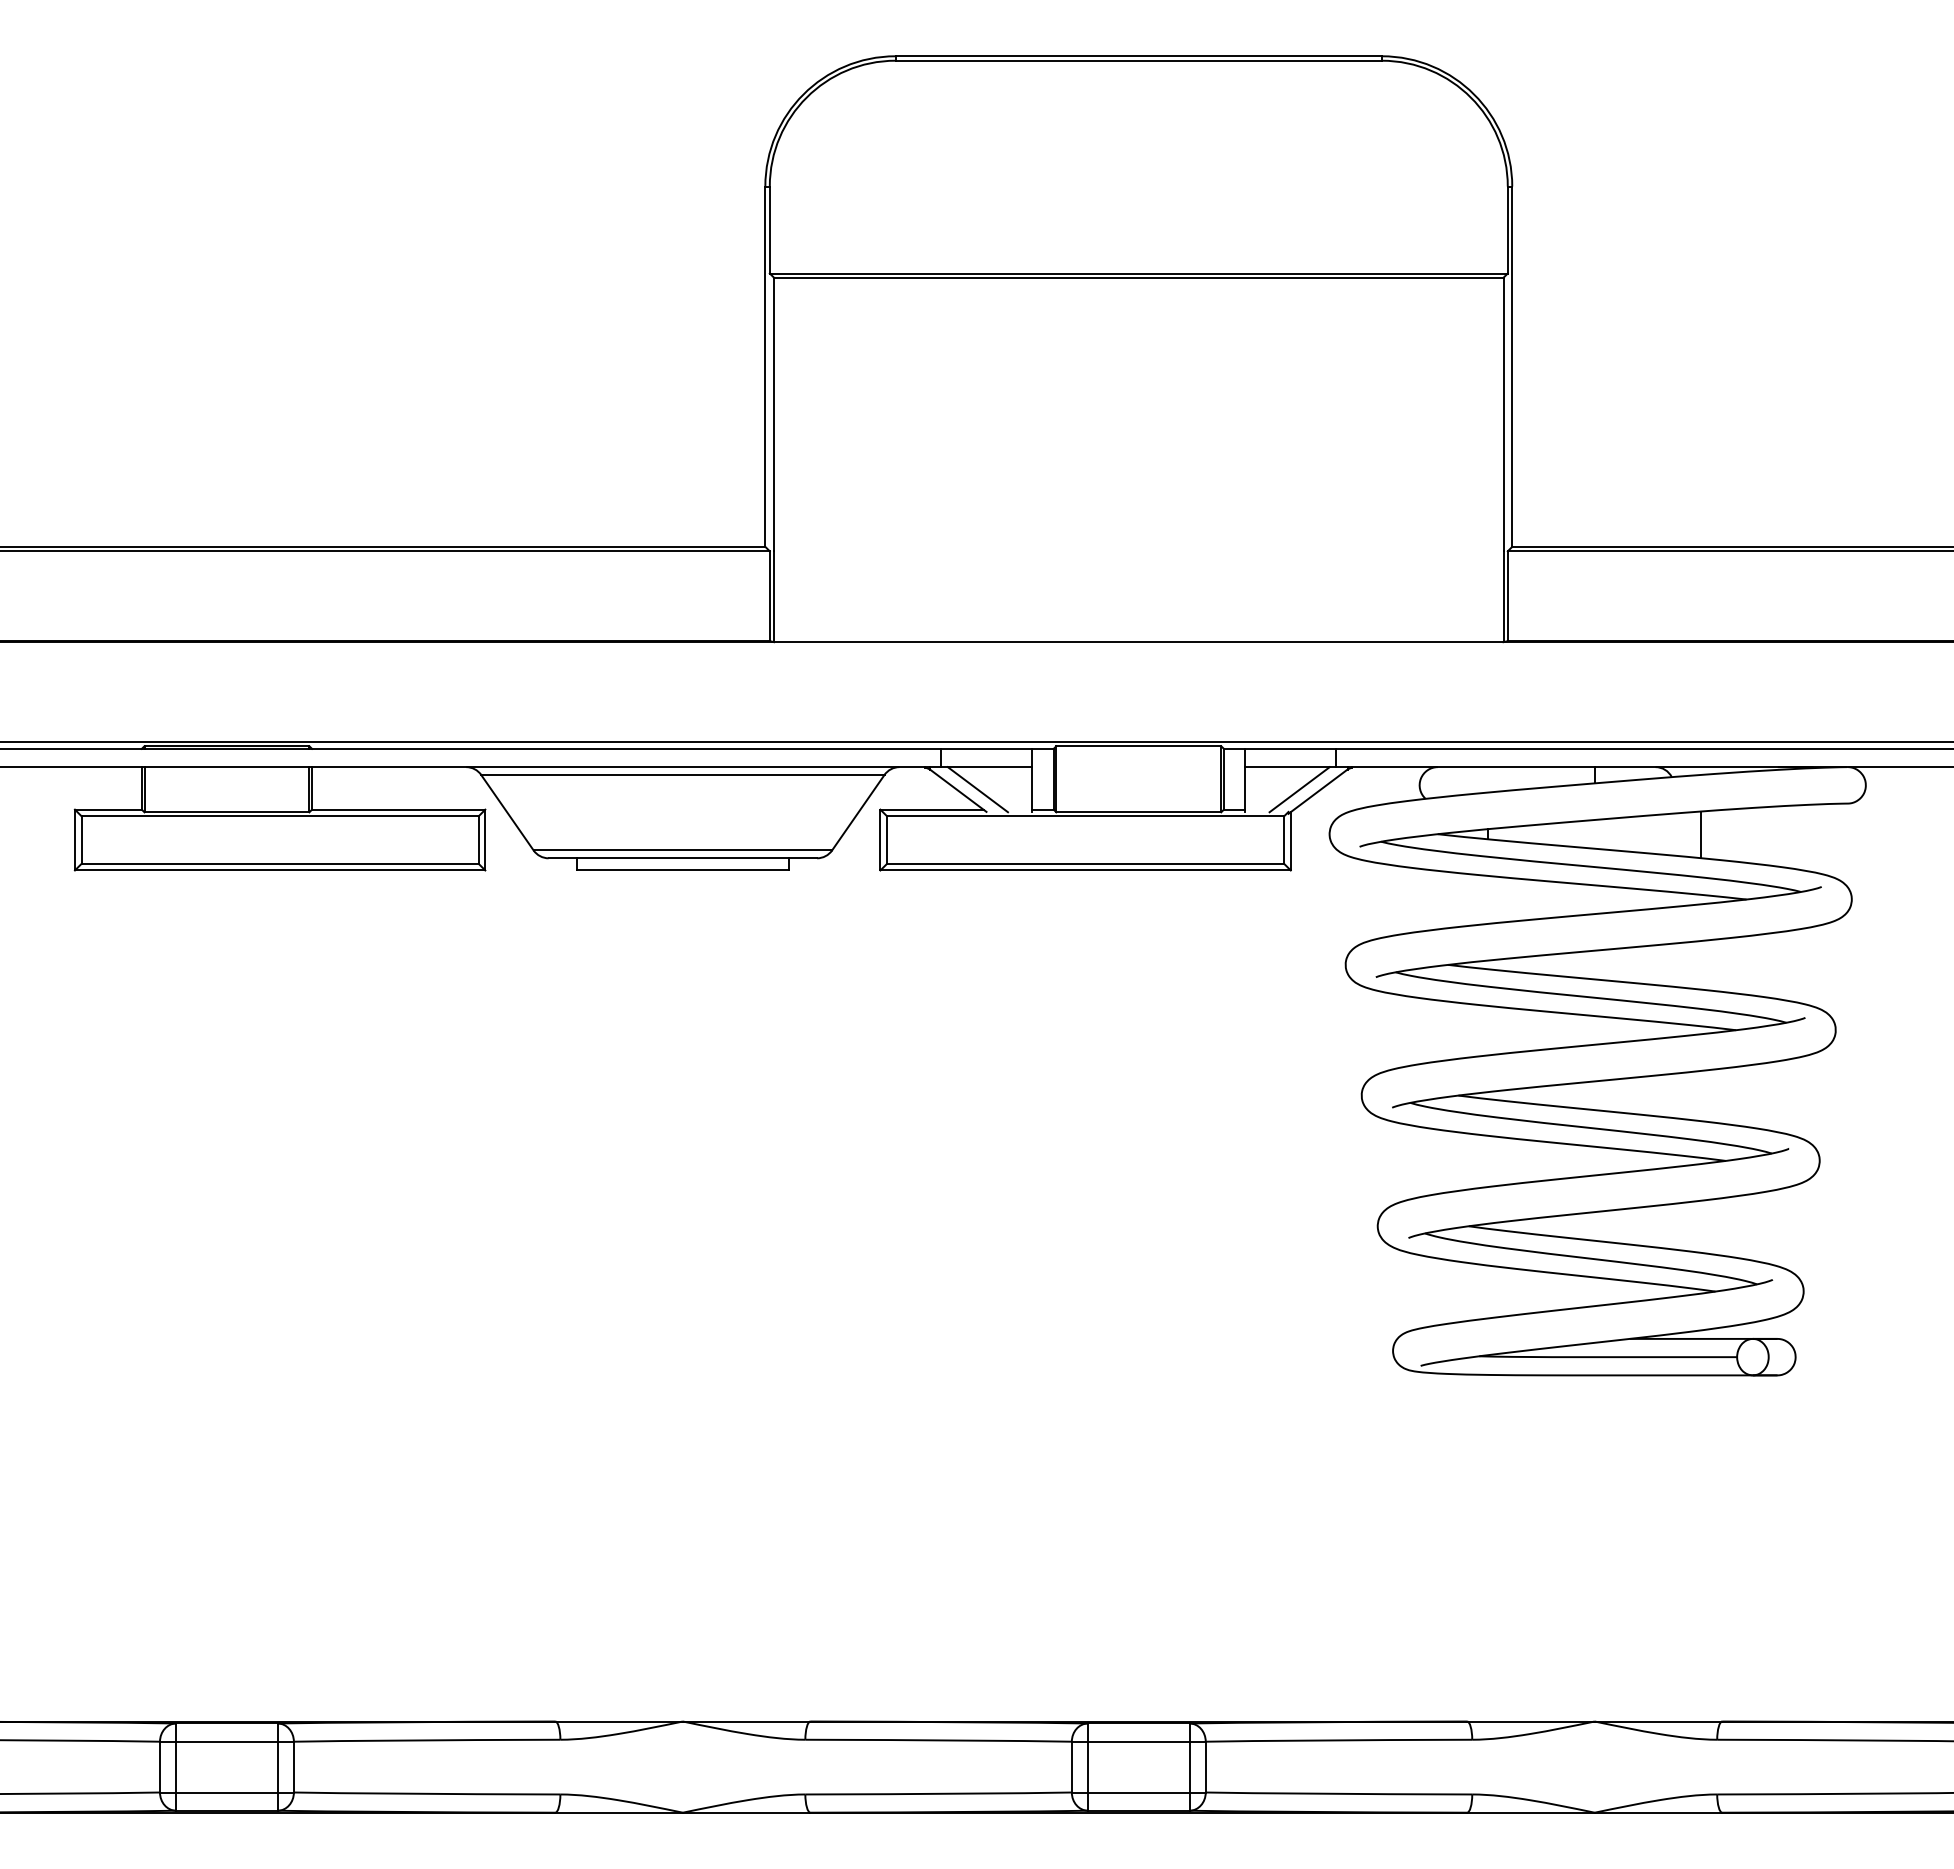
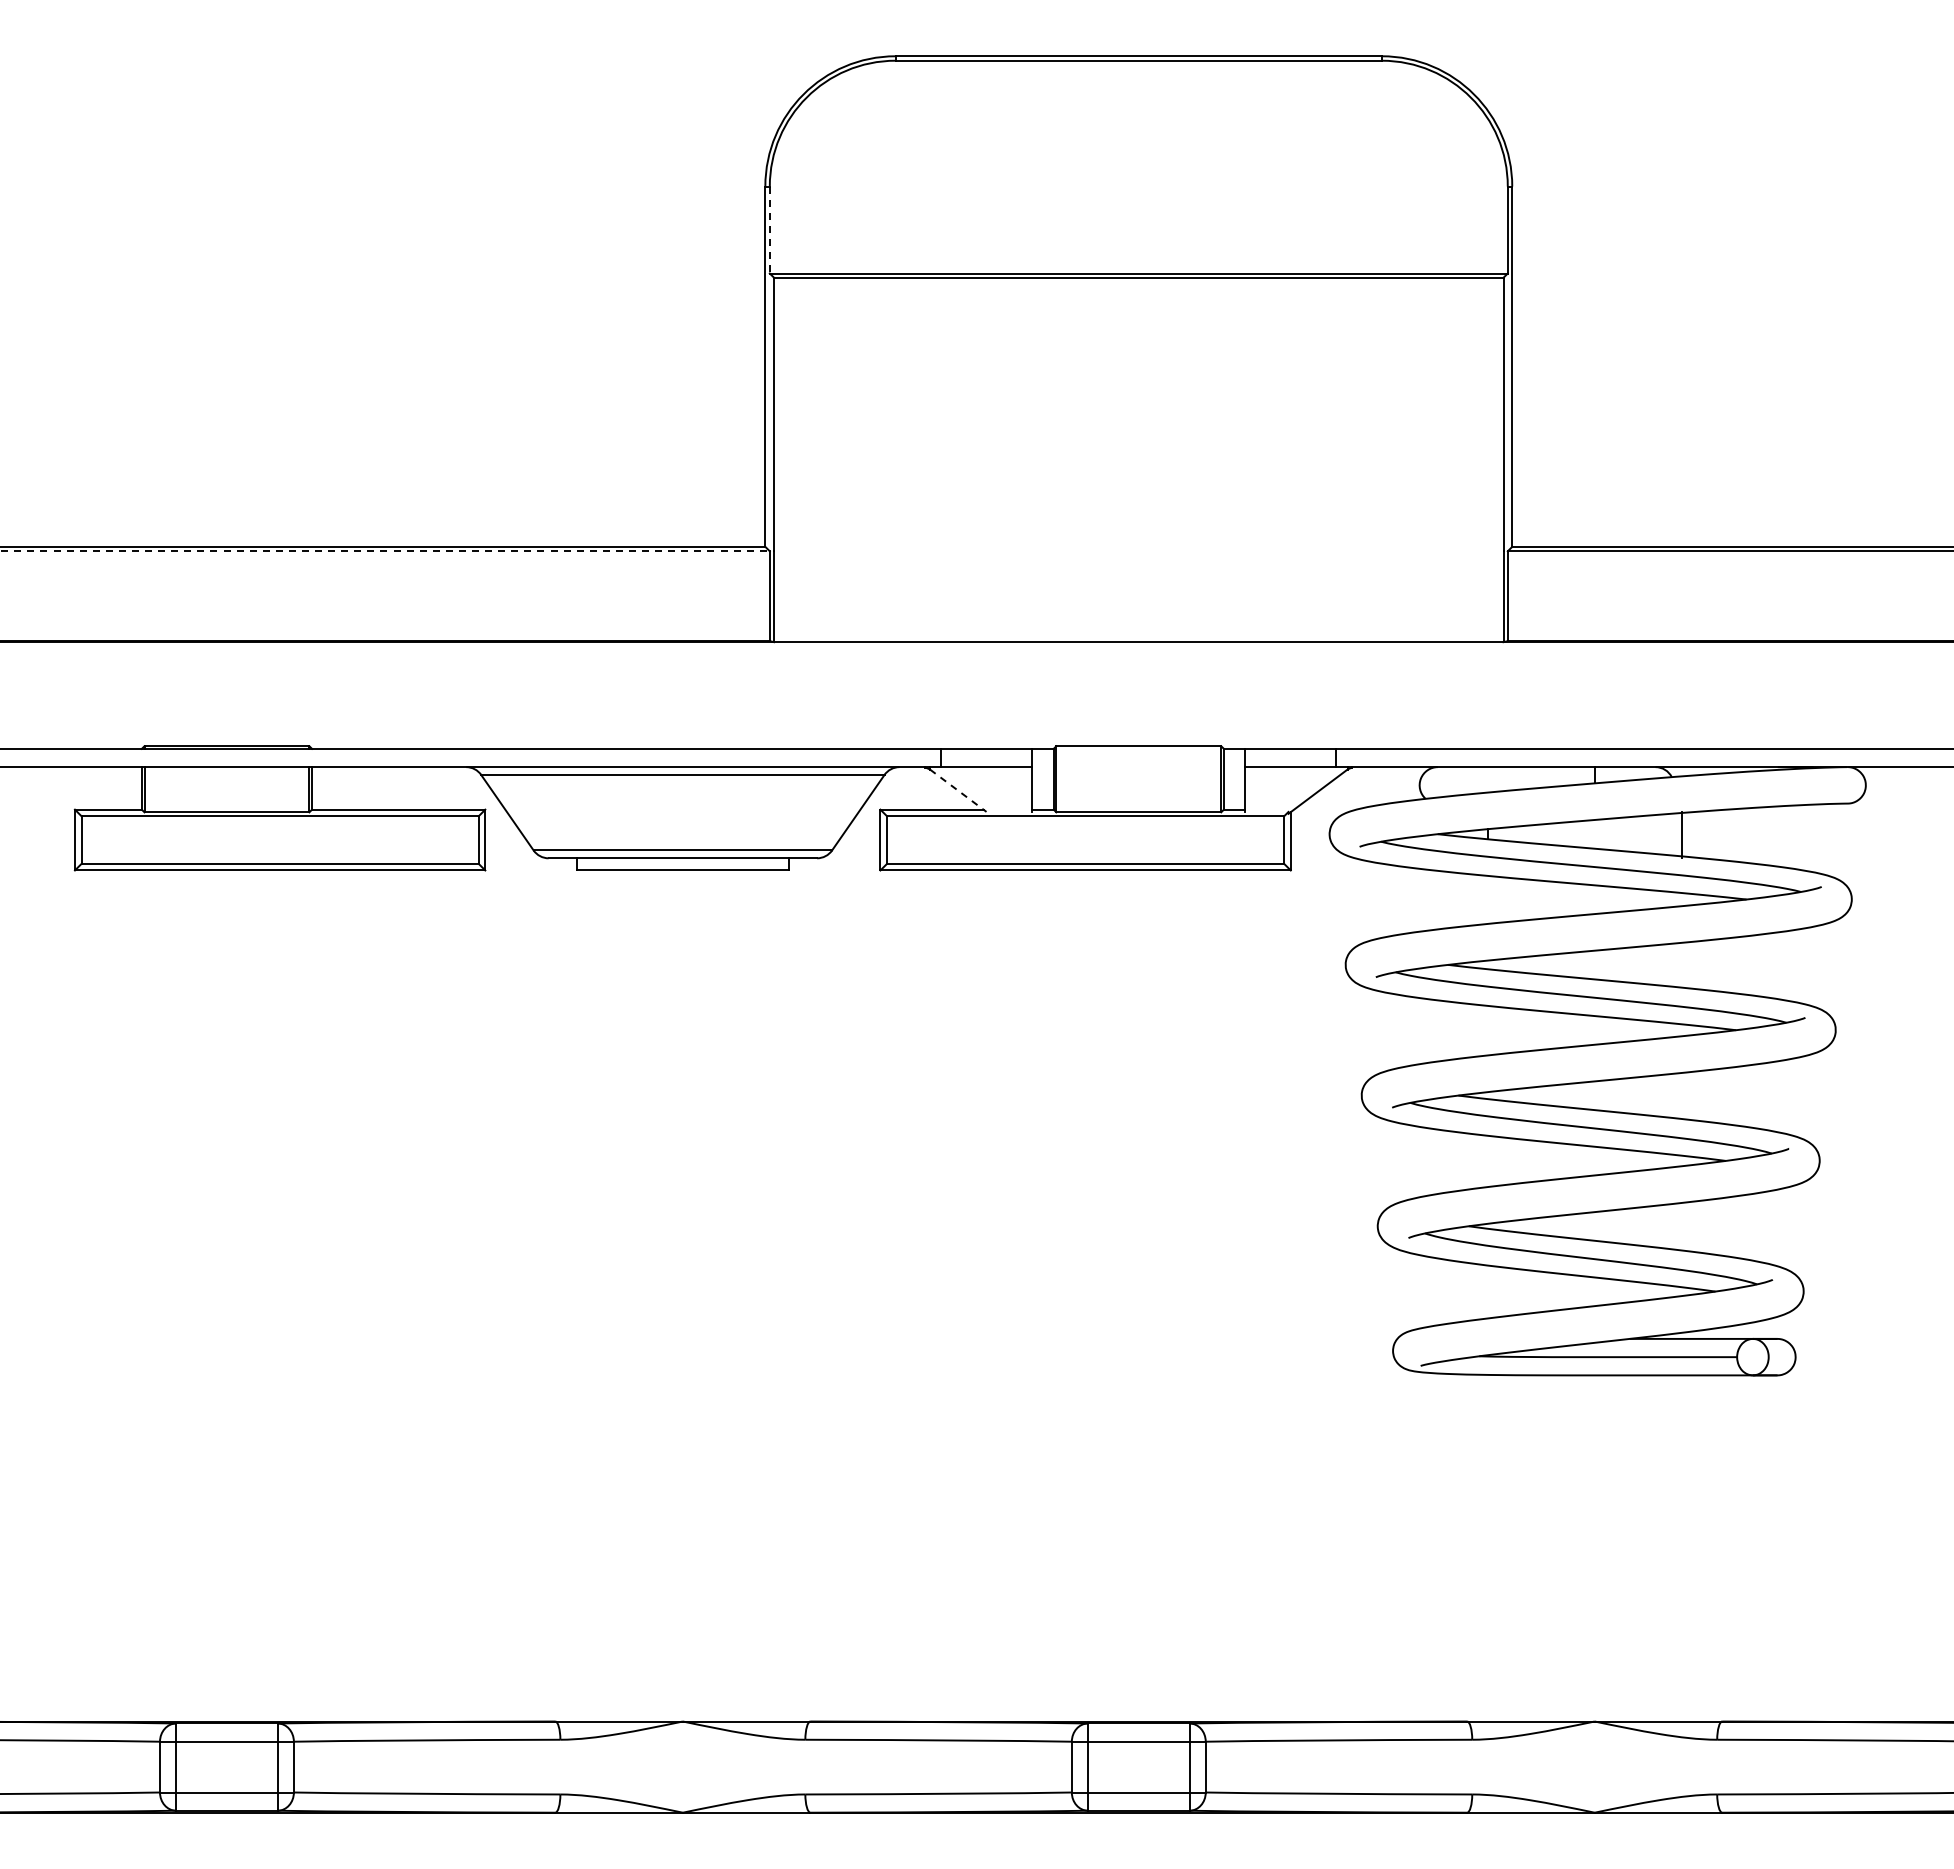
line at (769, 230): solid -> dashed
line at (385, 551): solid -> dashed
line at (976, 742): present -> none
line at (977, 789): present -> none
line at (1299, 789): present -> none
line at (958, 791): solid -> dashed
line at (1701, 834) position: (1701, 834) -> (1682, 834)
